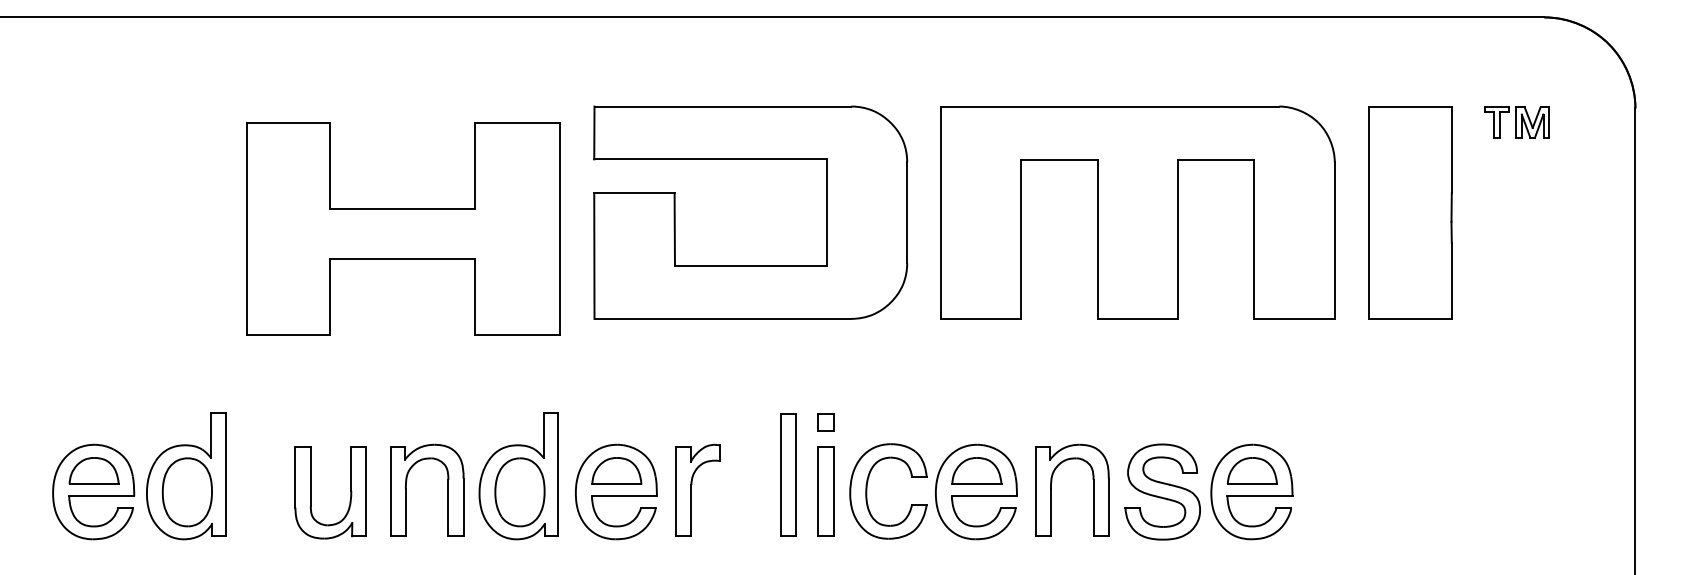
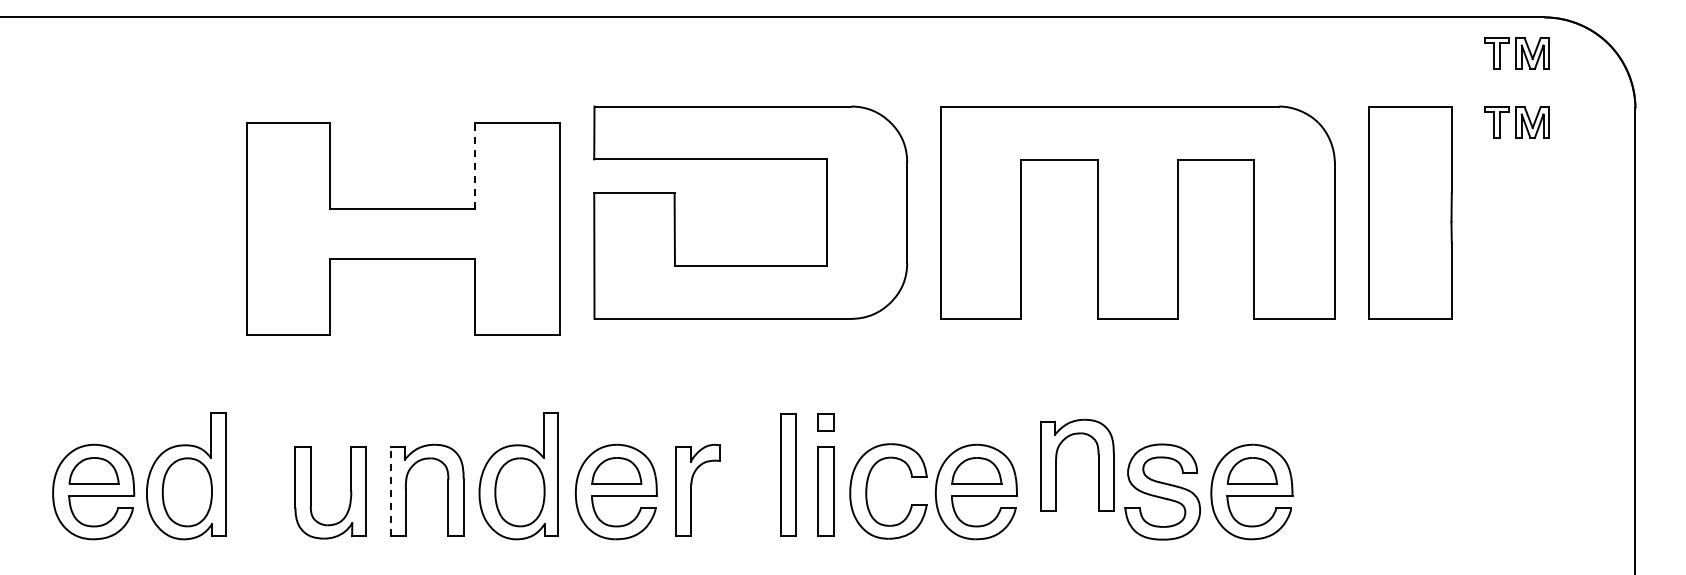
part at (1516, 53): none -> present
line at (475, 165): solid -> dashed
part at (1051, 489) position: (1051, 489) -> (1056, 464)
line at (390, 491): solid -> dashed
